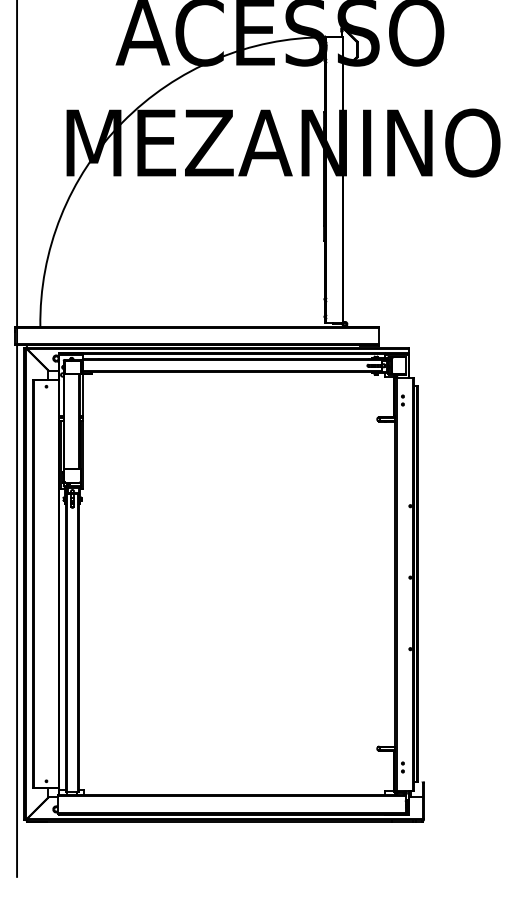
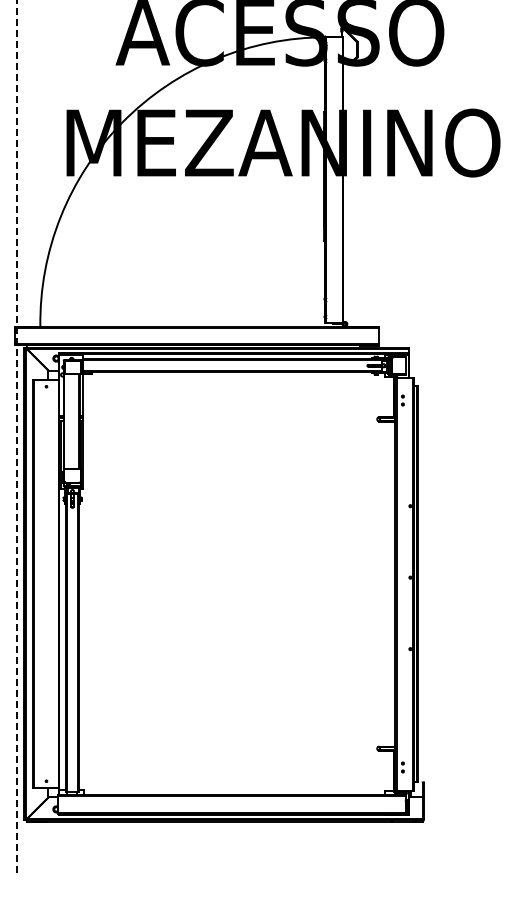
line at (17, 439): solid -> dashed
